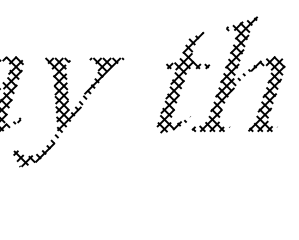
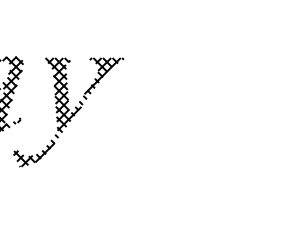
hatch at (238, 73): present -> none
hatch at (183, 82): present -> none
